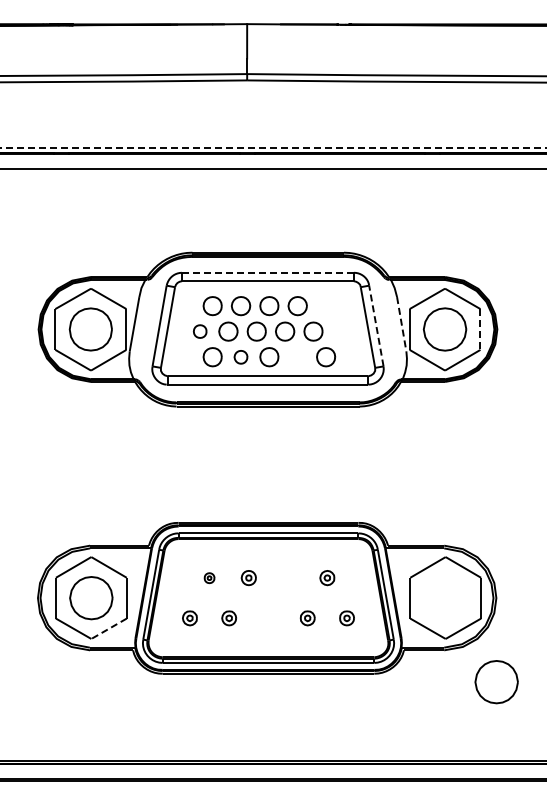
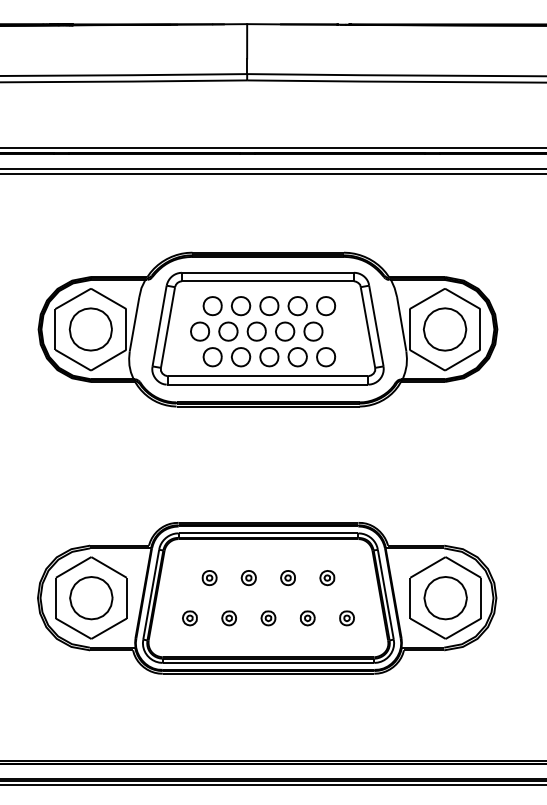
line at (273, 147): dashed -> solid
line at (272, 173): none -> present
line at (267, 272): dashed -> solid
part at (326, 306): none -> present
line at (401, 324): dashed -> solid
line at (376, 325): dashed -> solid
line at (480, 329): dashed -> solid
part at (200, 331) size: 15x15 px -> 21x21 px
part at (240, 357) size: 16x15 px -> 22x21 px
part at (297, 357): none -> present
part at (209, 578) size: 13x13 px -> 17x17 px
part at (287, 578): none -> present
part at (268, 618): none -> present
line at (108, 629): dashed -> solid
part at (496, 682) position: (496, 682) -> (445, 598)
line at (272, 785): none -> present
